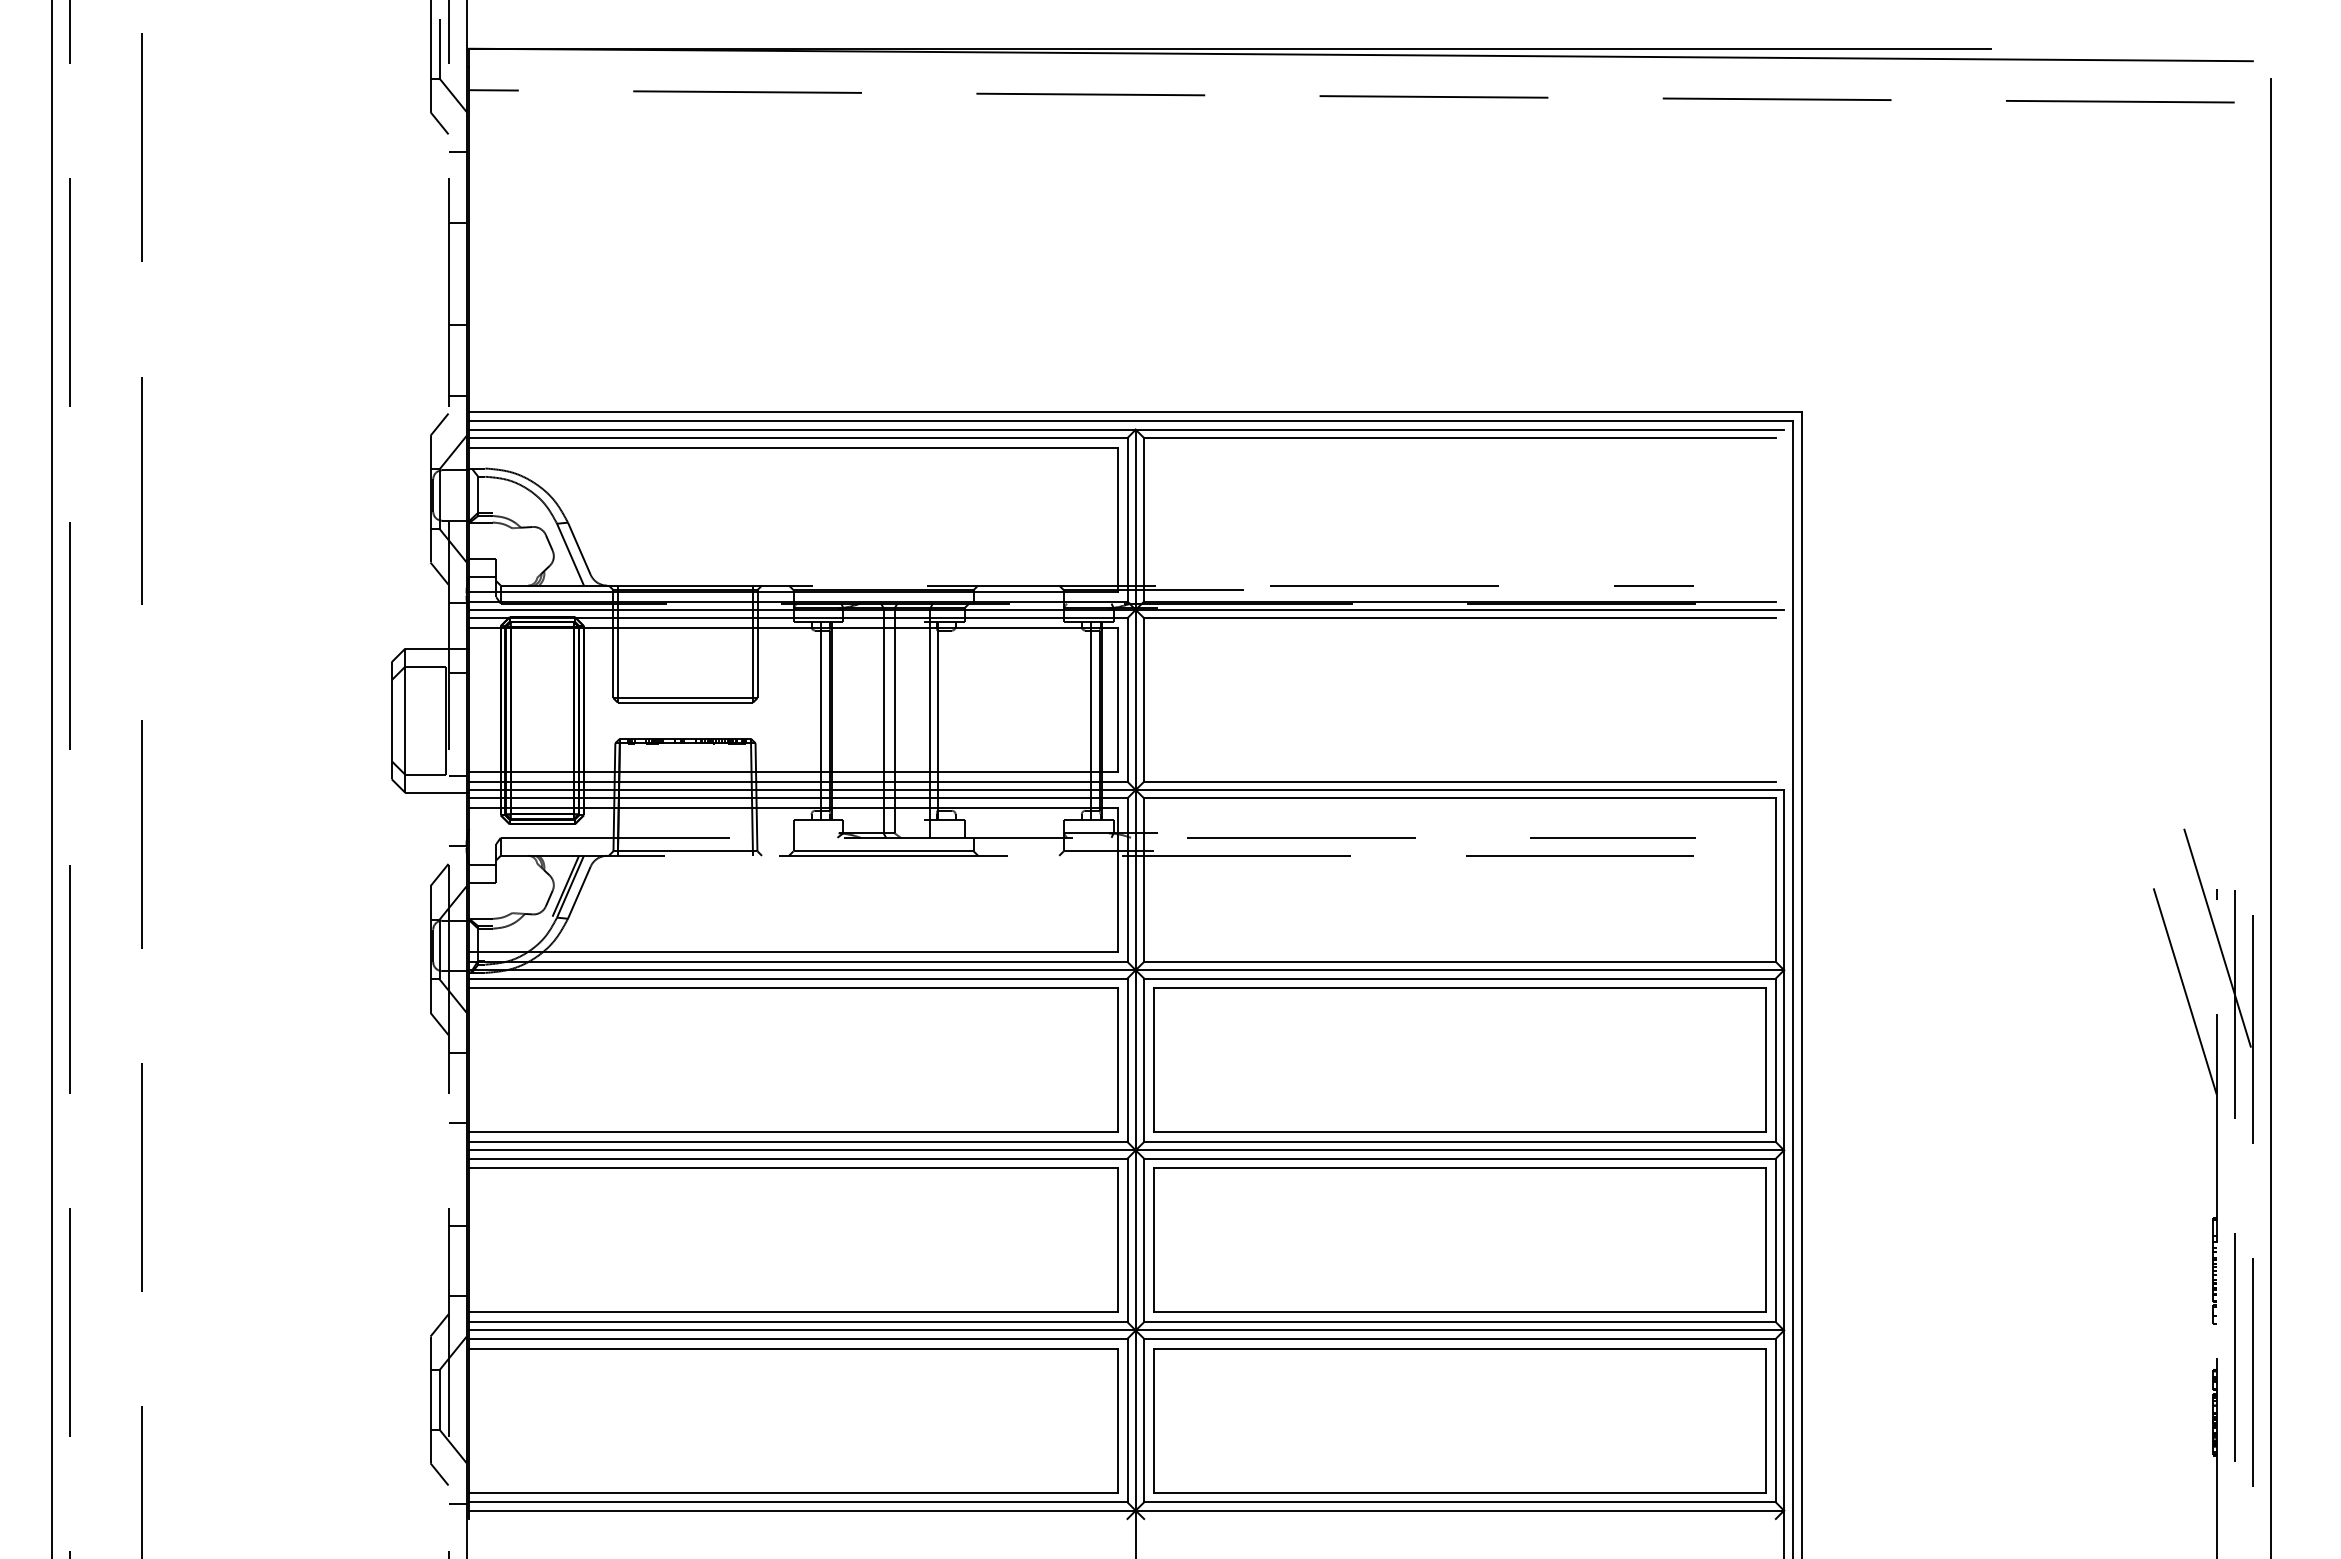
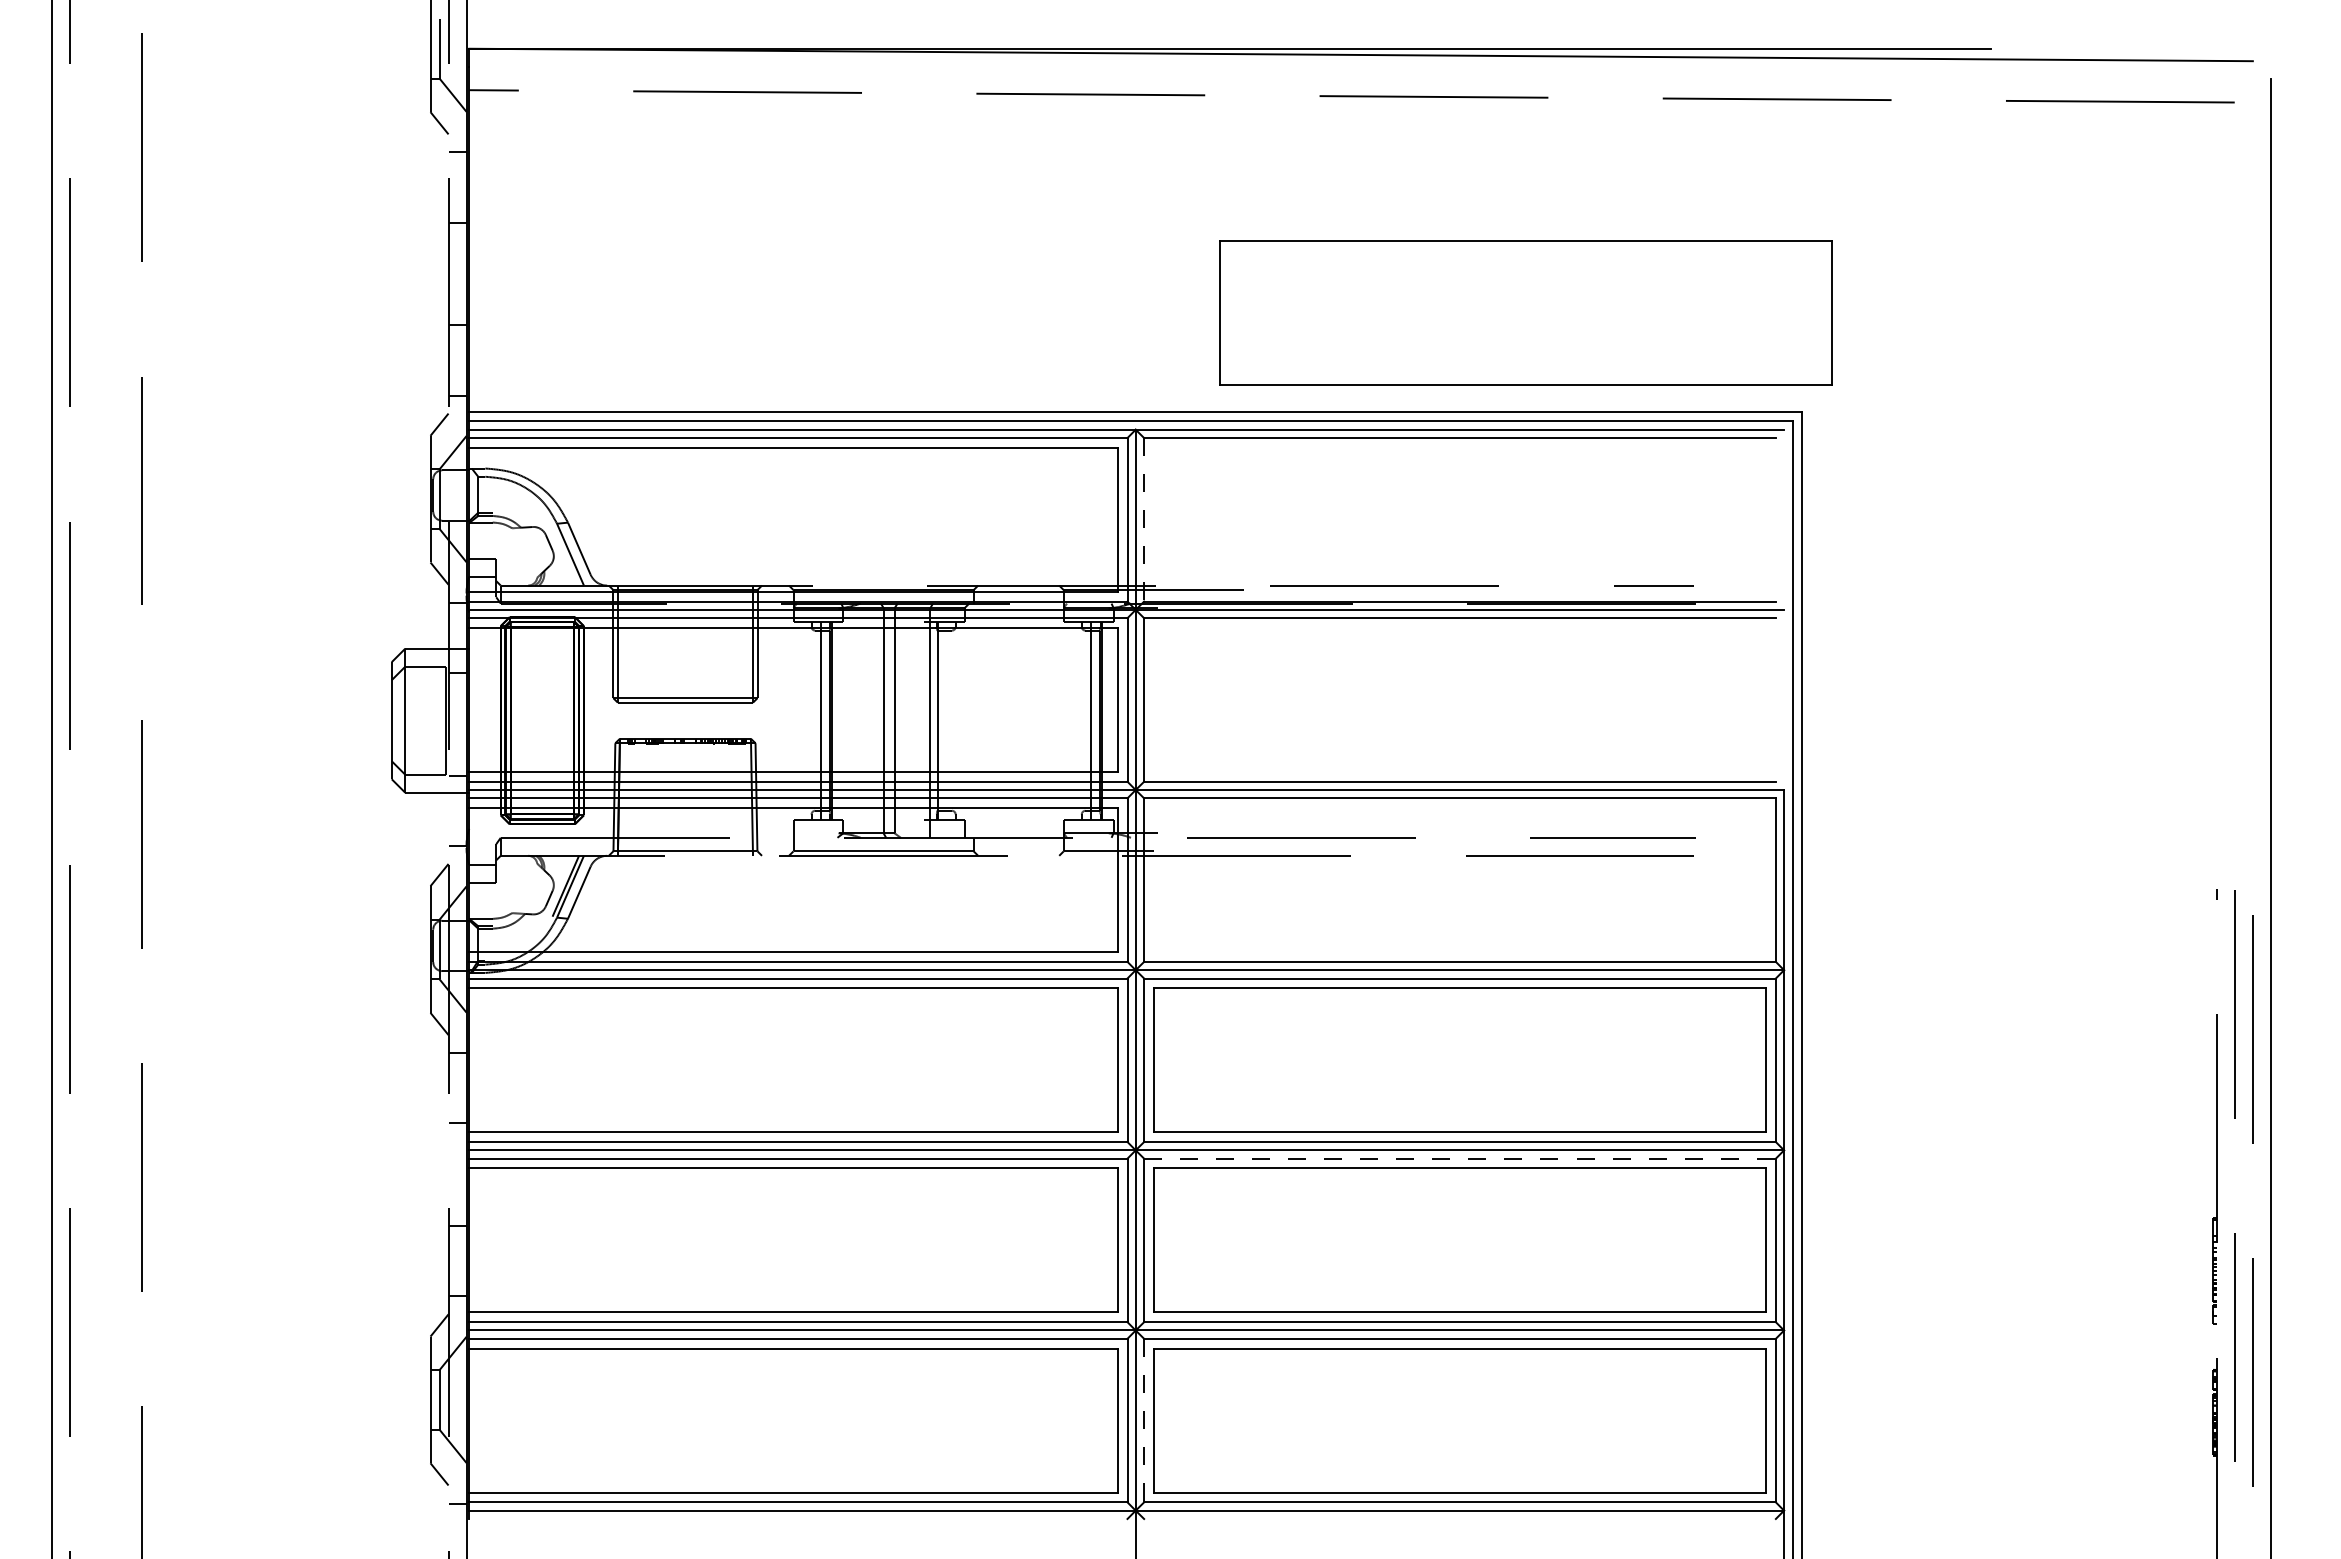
part at (1525, 312): none -> present
line at (1144, 519): solid -> dashed
line at (2218, 940): present -> none
line at (2184, 991): present -> none
line at (1460, 1158): solid -> dashed
line at (1144, 1420): solid -> dashed
